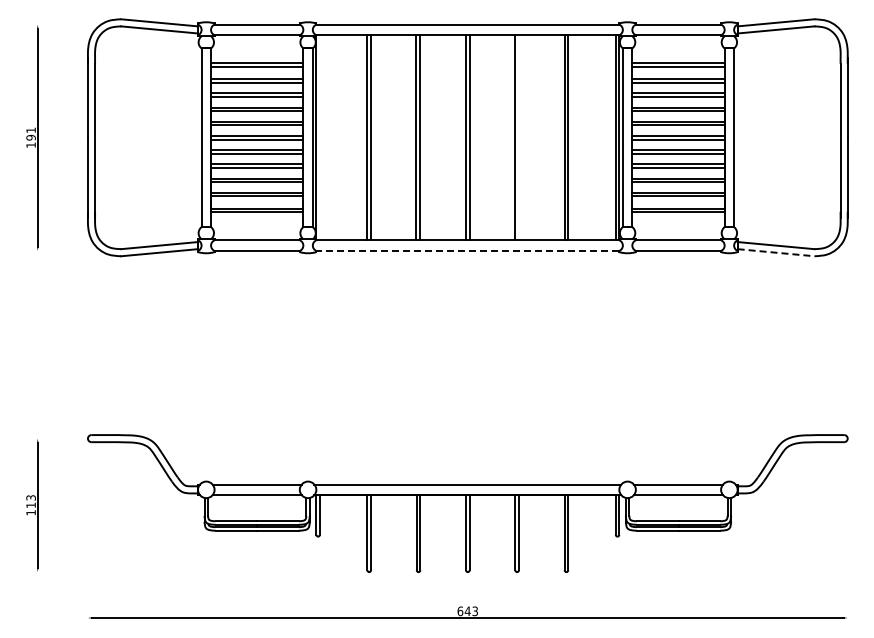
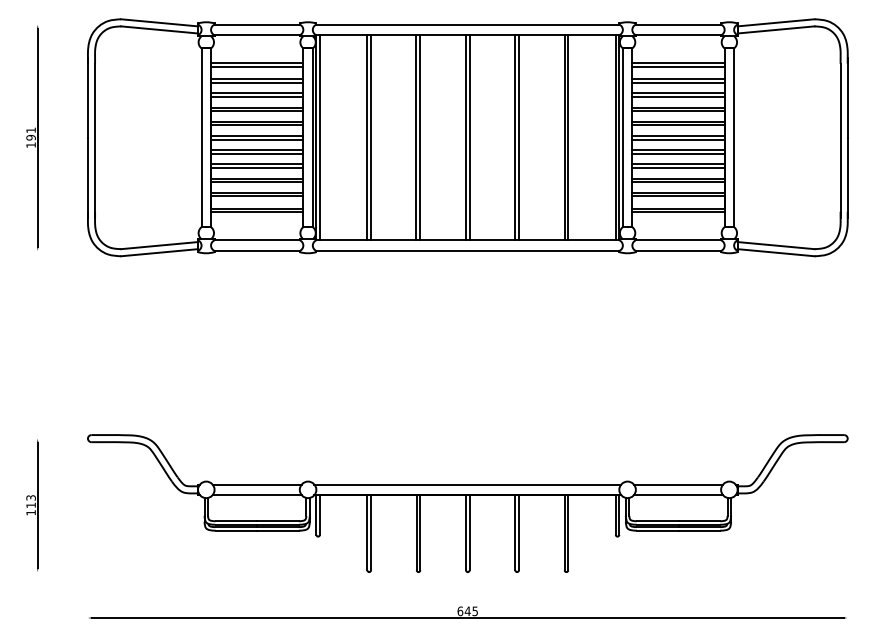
line at (319, 137): none -> present
line at (518, 137): none -> present
line at (467, 250): dashed -> solid
line at (776, 252): dashed -> solid
text at (474, 610): 643 -> 645
